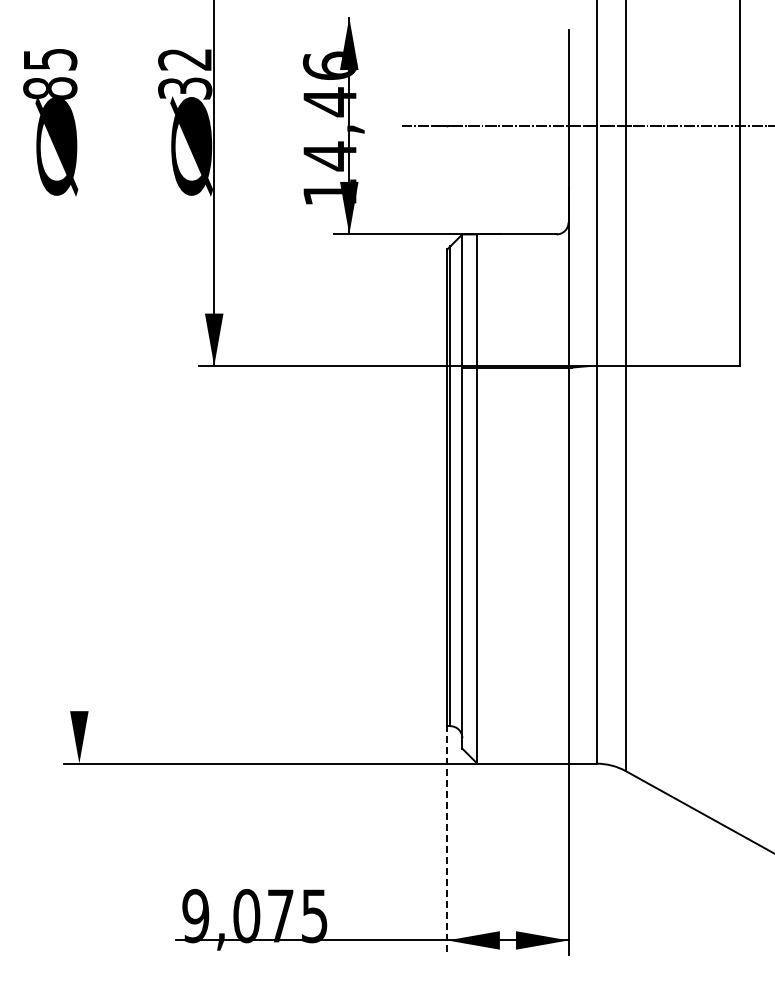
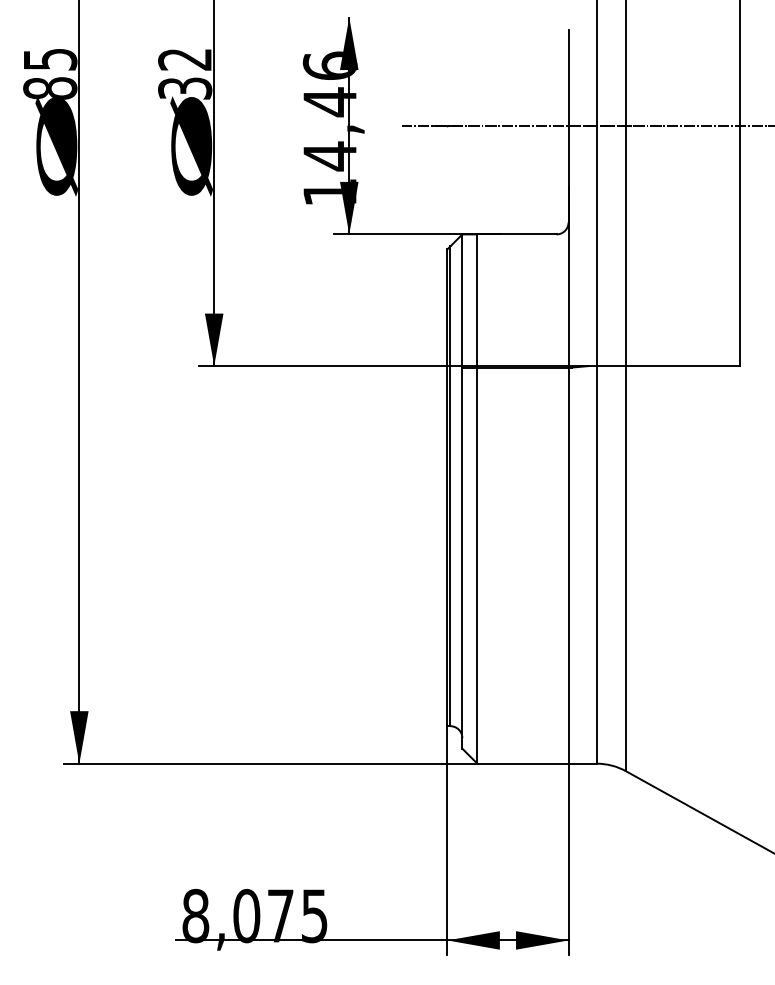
line at (79, 382): none -> present
line at (447, 840): dashed -> solid
text at (195, 916): 9,075 -> 8,075
